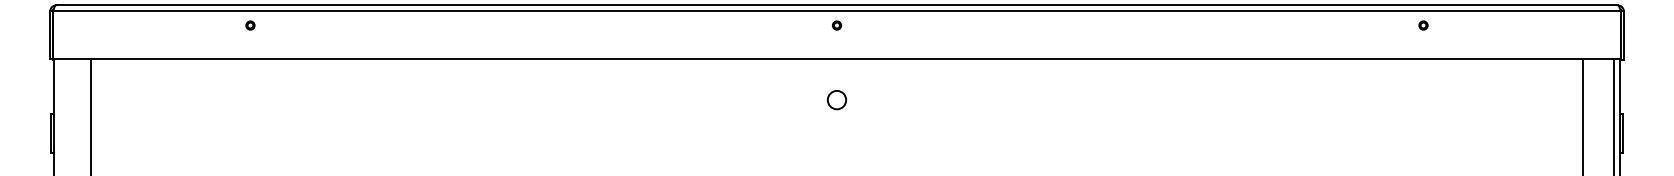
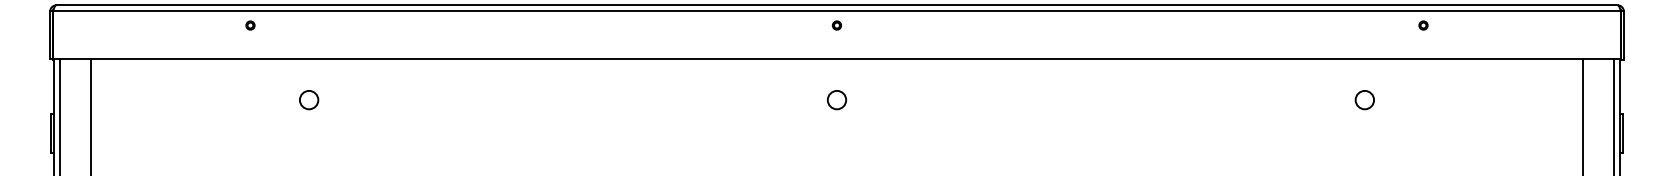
circle at (309, 100): none -> present
circle at (1364, 100): none -> present
line at (60, 115): none -> present
